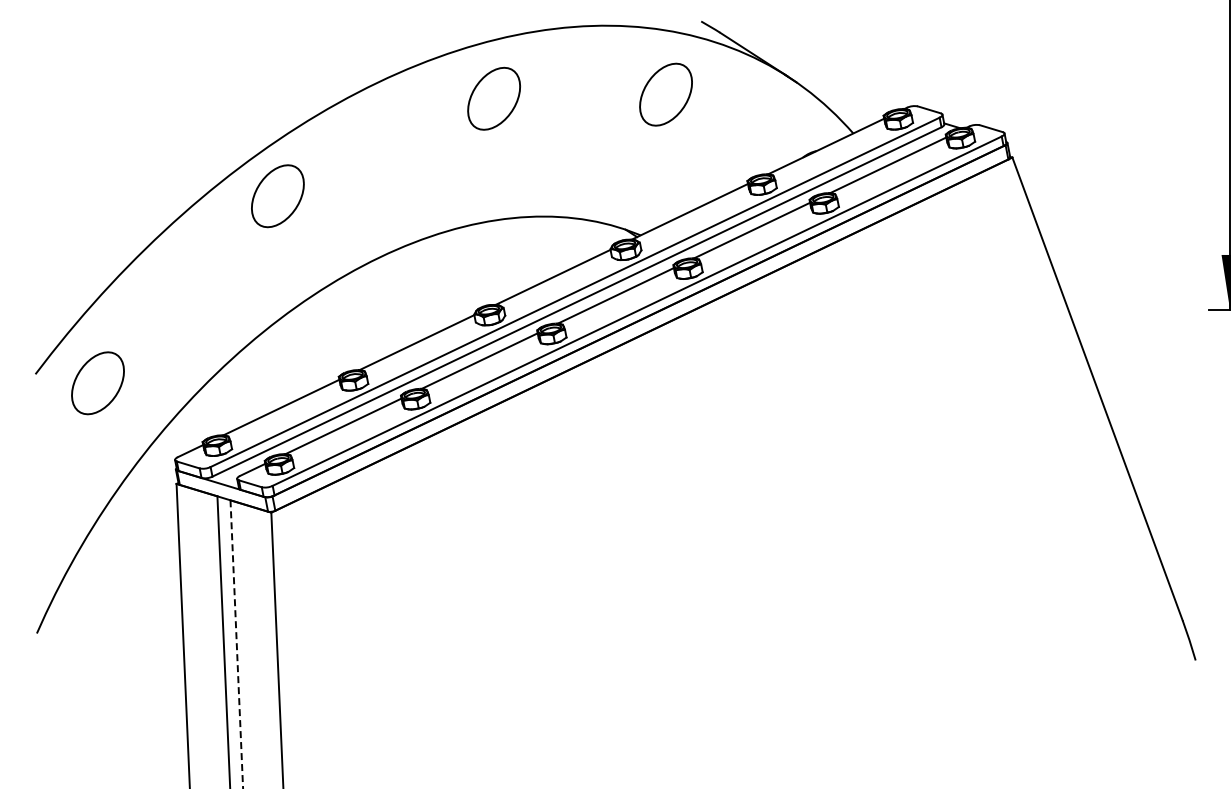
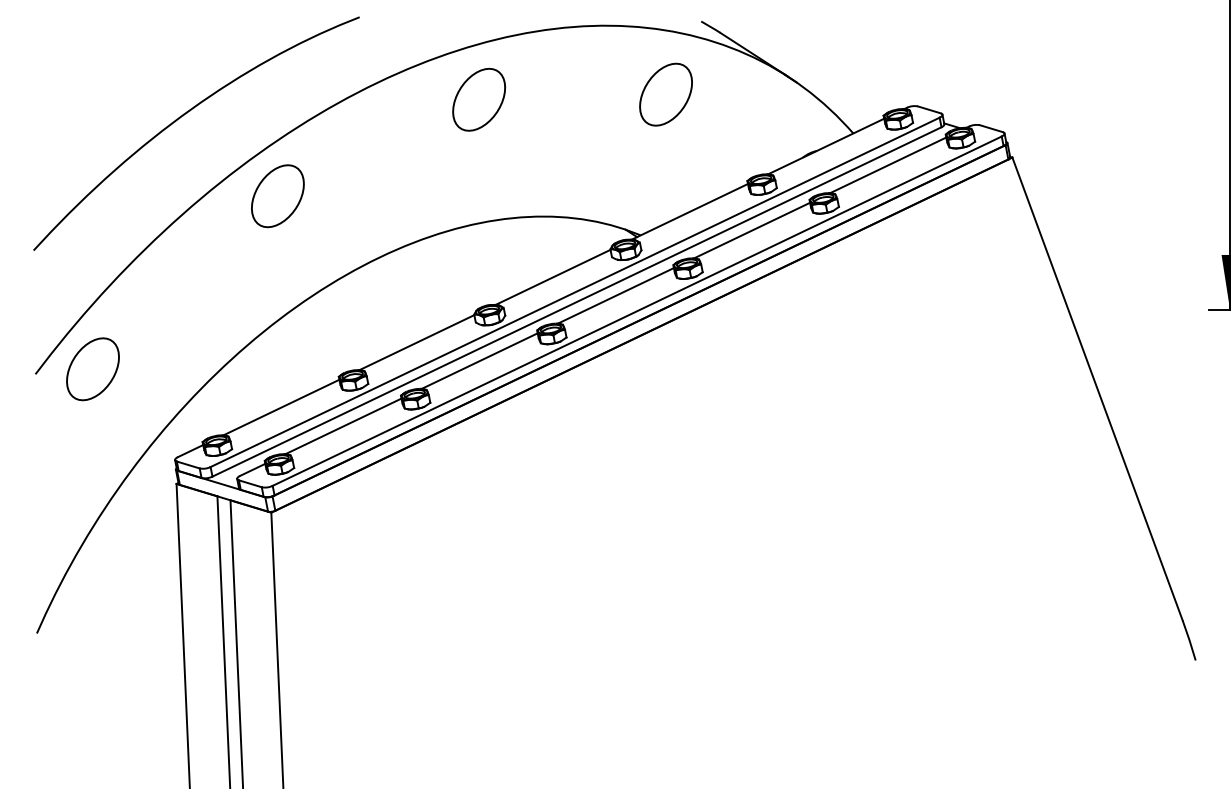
part at (493, 98) position: (493, 98) -> (478, 99)
curve at (183, 116): none -> present
part at (97, 383) position: (97, 383) -> (92, 369)
line at (236, 645): dashed -> solid
